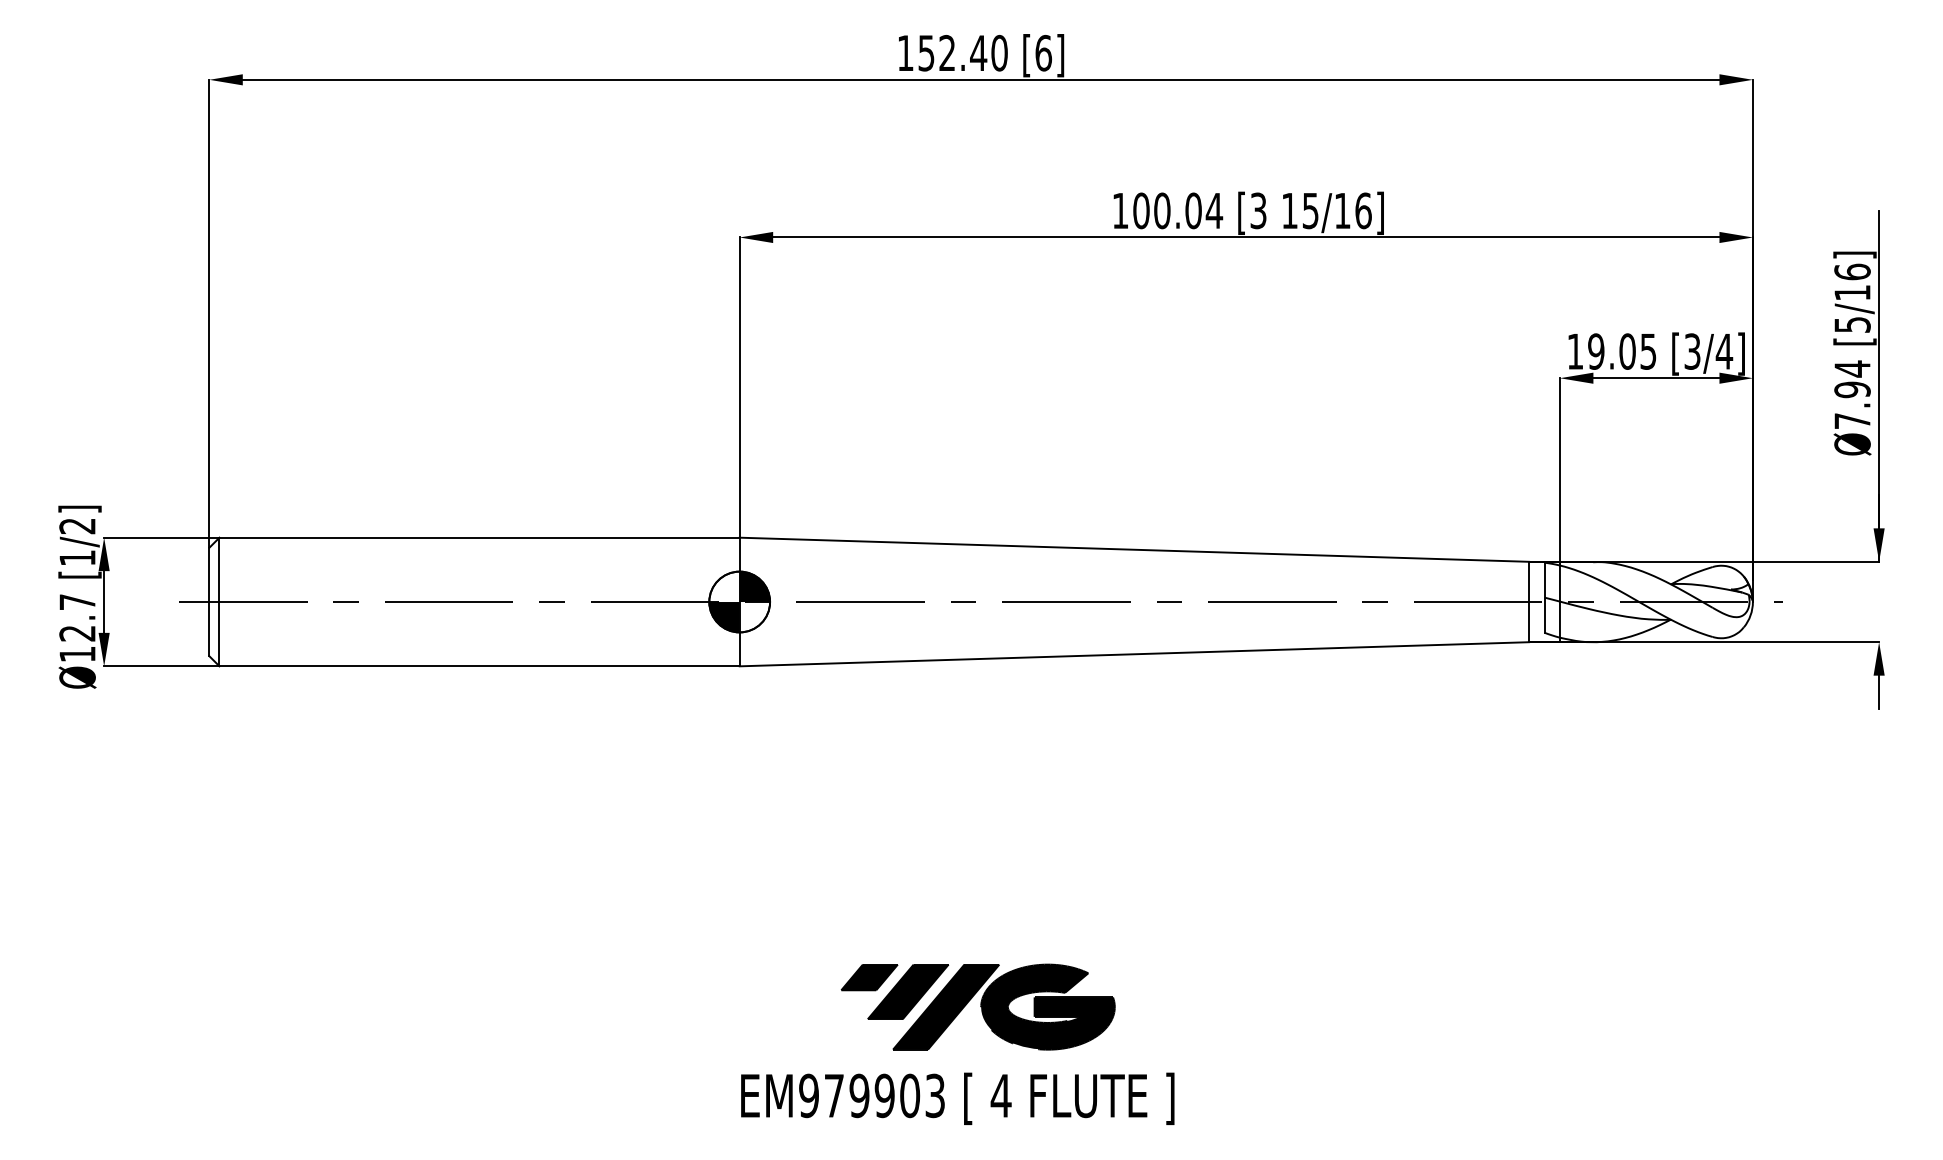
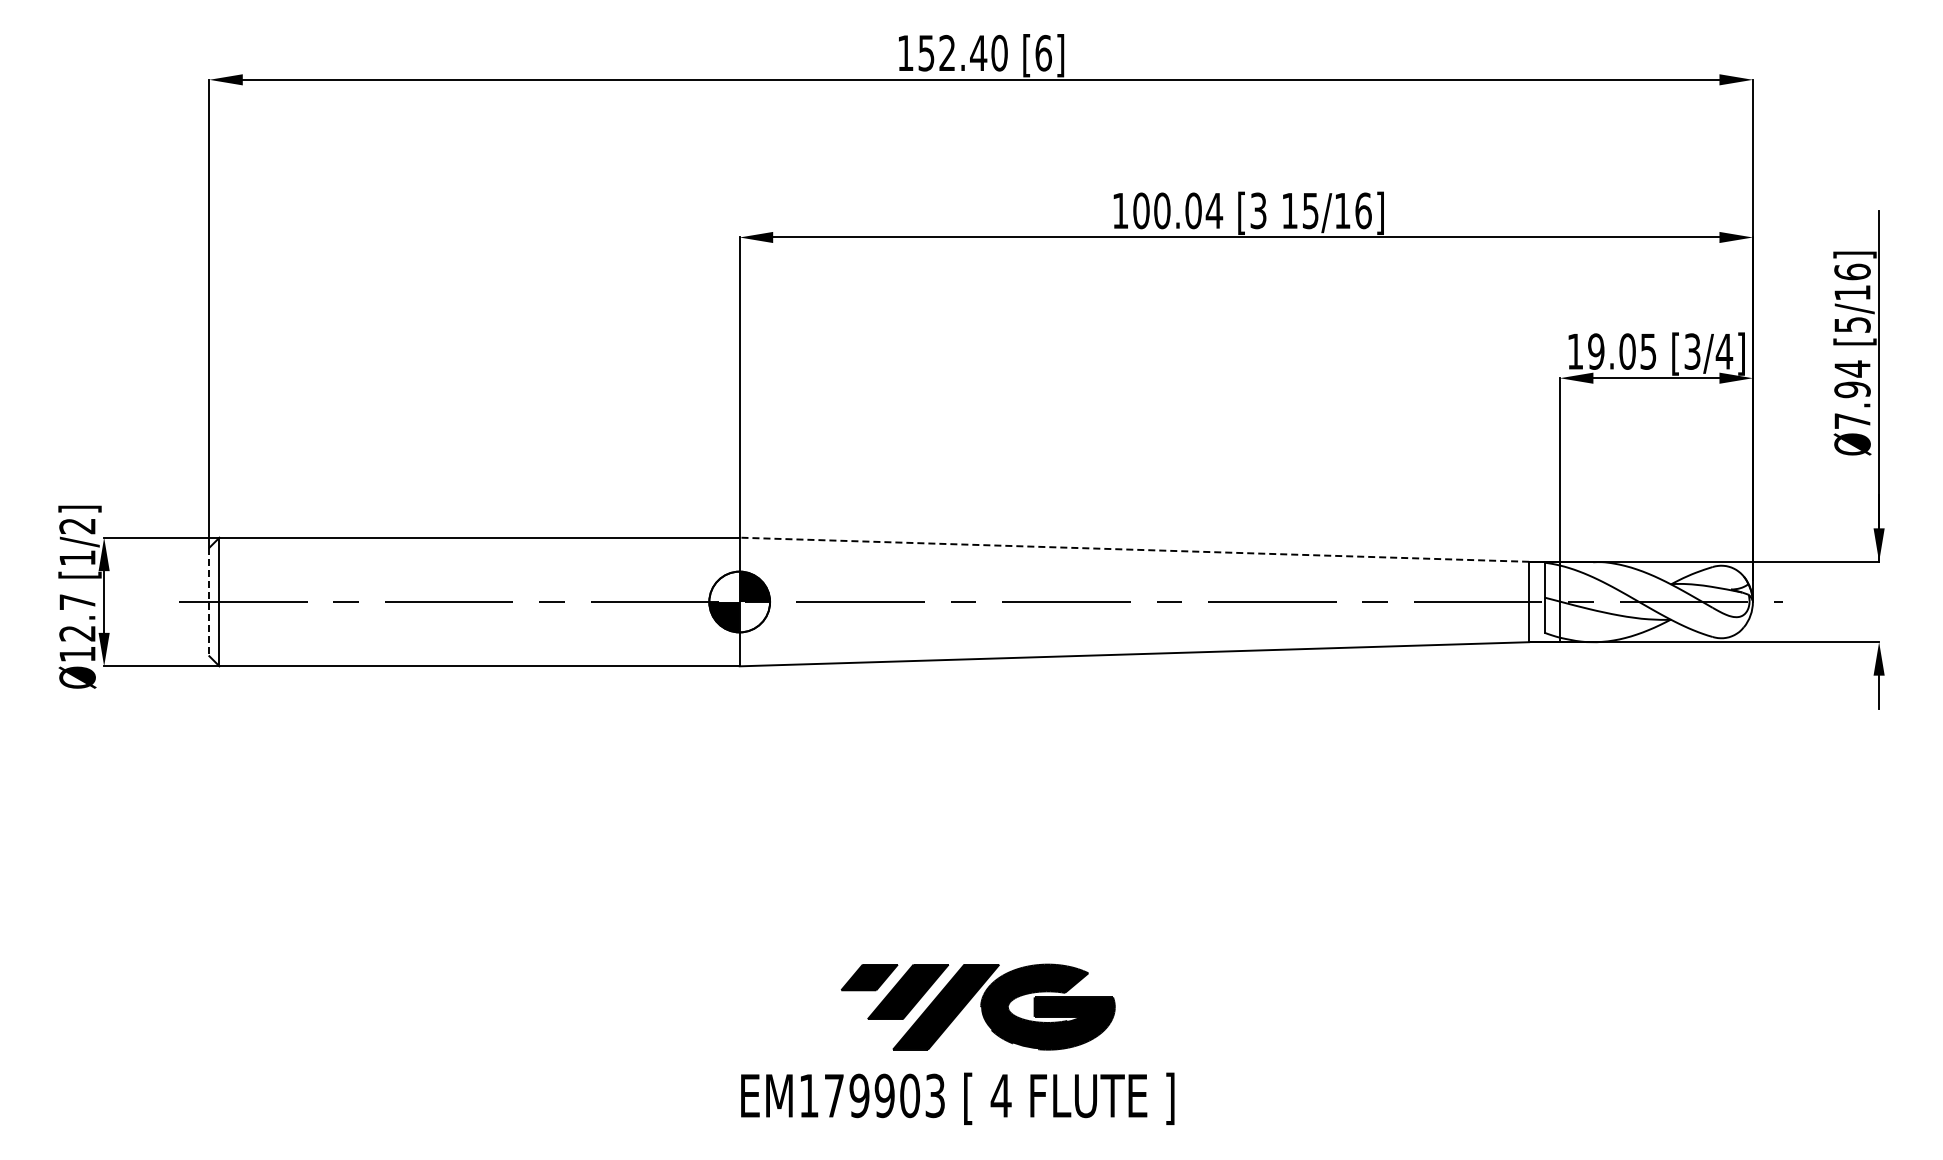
line at (1134, 549): solid -> dashed
line at (209, 602): solid -> dashed
text at (808, 1095): EM979903 -> EM179903
